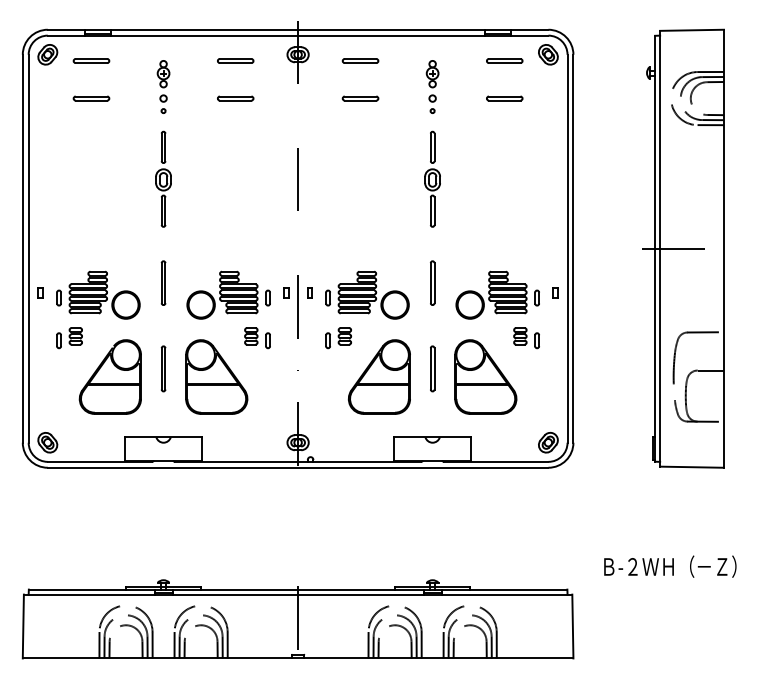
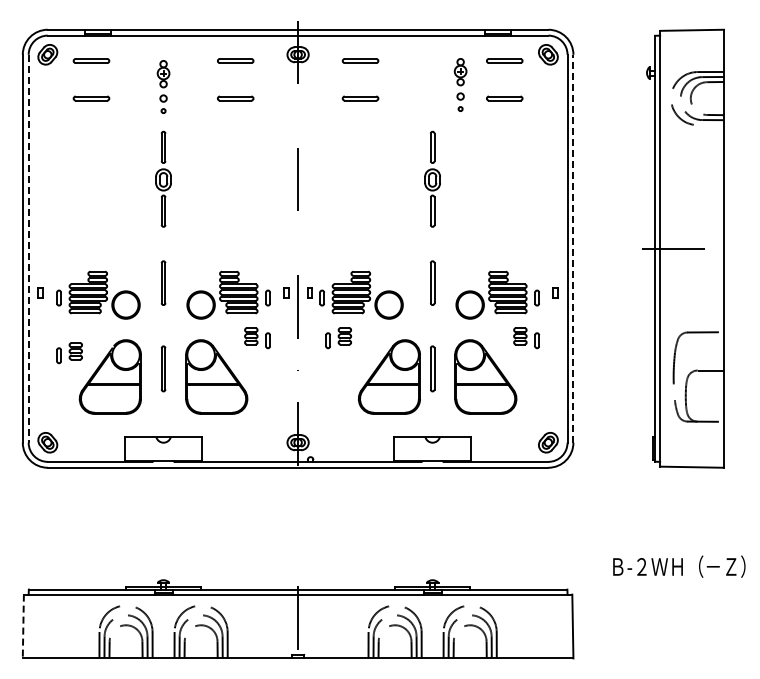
part at (432, 86) position: (432, 86) -> (460, 84)
line at (710, 125): present -> none
line at (28, 248): solid -> dashed
line at (573, 248): solid -> dashed
part at (367, 294) position: (367, 294) -> (361, 294)
part at (69, 338) position: (69, 338) -> (69, 353)
part at (378, 376) position: (378, 376) -> (388, 376)
text at (670, 566) position: (670, 566) -> (679, 566)
line at (23, 626): solid -> dashed
